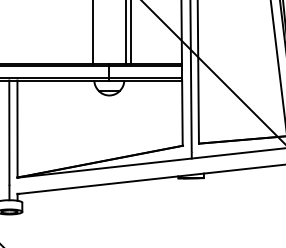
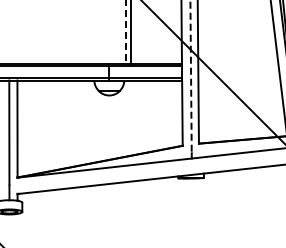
line at (125, 32): solid -> dashed
line at (93, 33): present -> none
line at (191, 76): solid -> dashed
